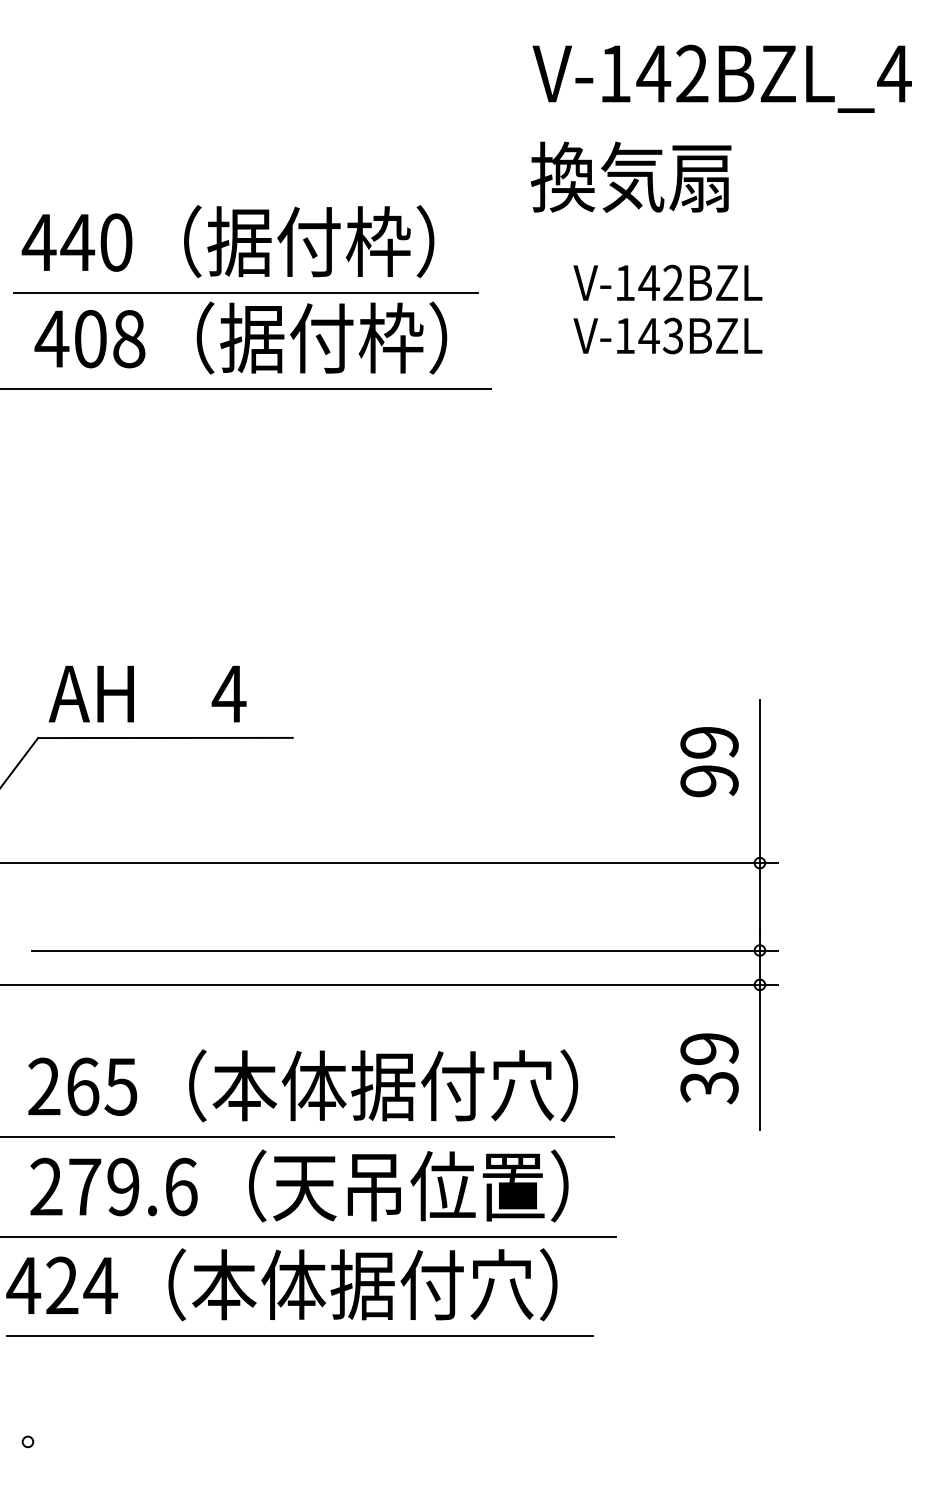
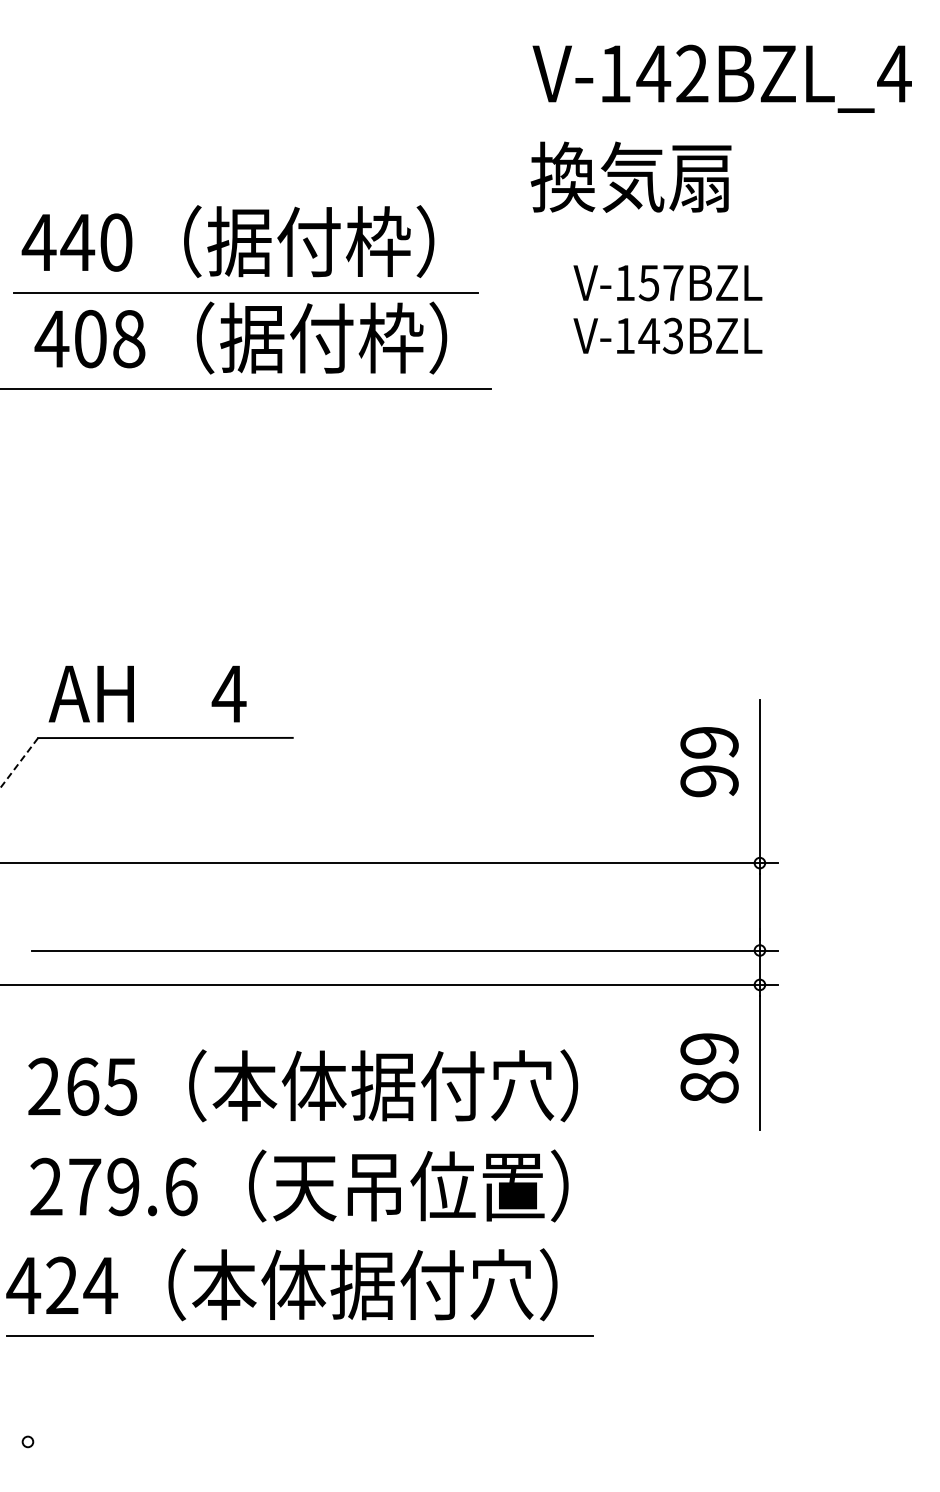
text at (660, 282): V-142BZL -> V-157BZL
line at (18, 763): solid -> dashed
text at (709, 1087): 39 -> 89
line at (307, 1137): present -> none
line at (308, 1237): present -> none
